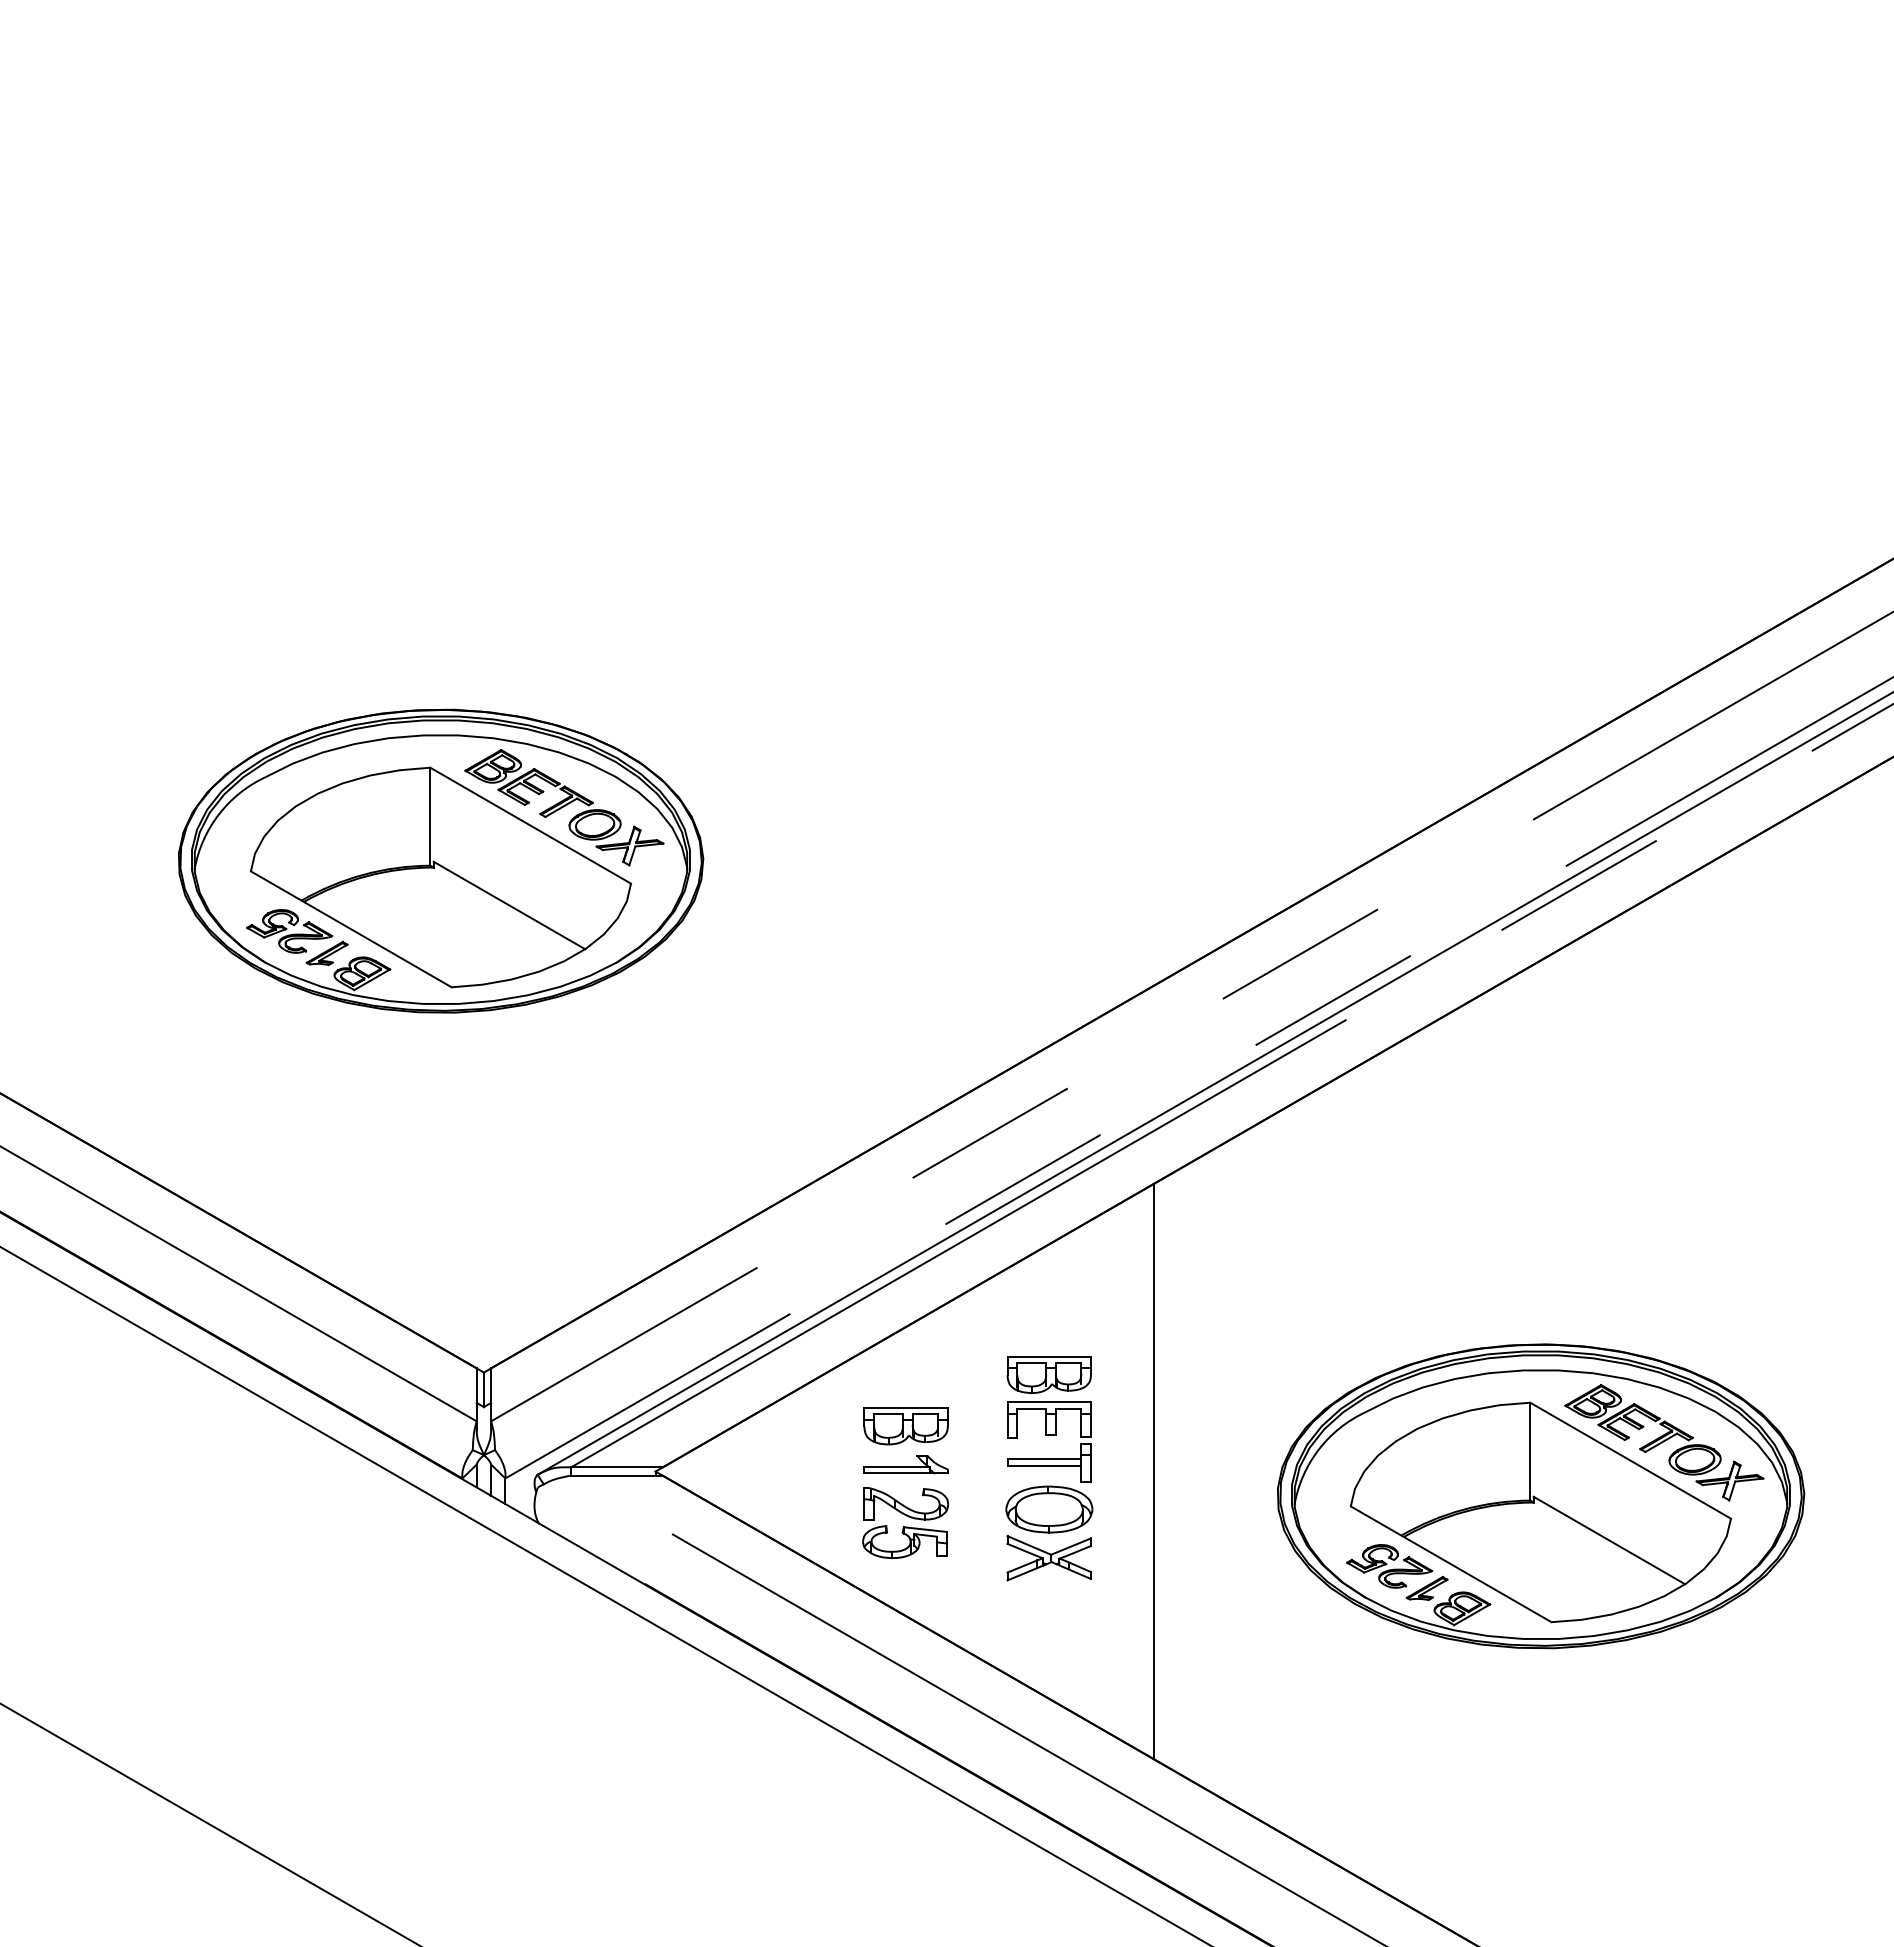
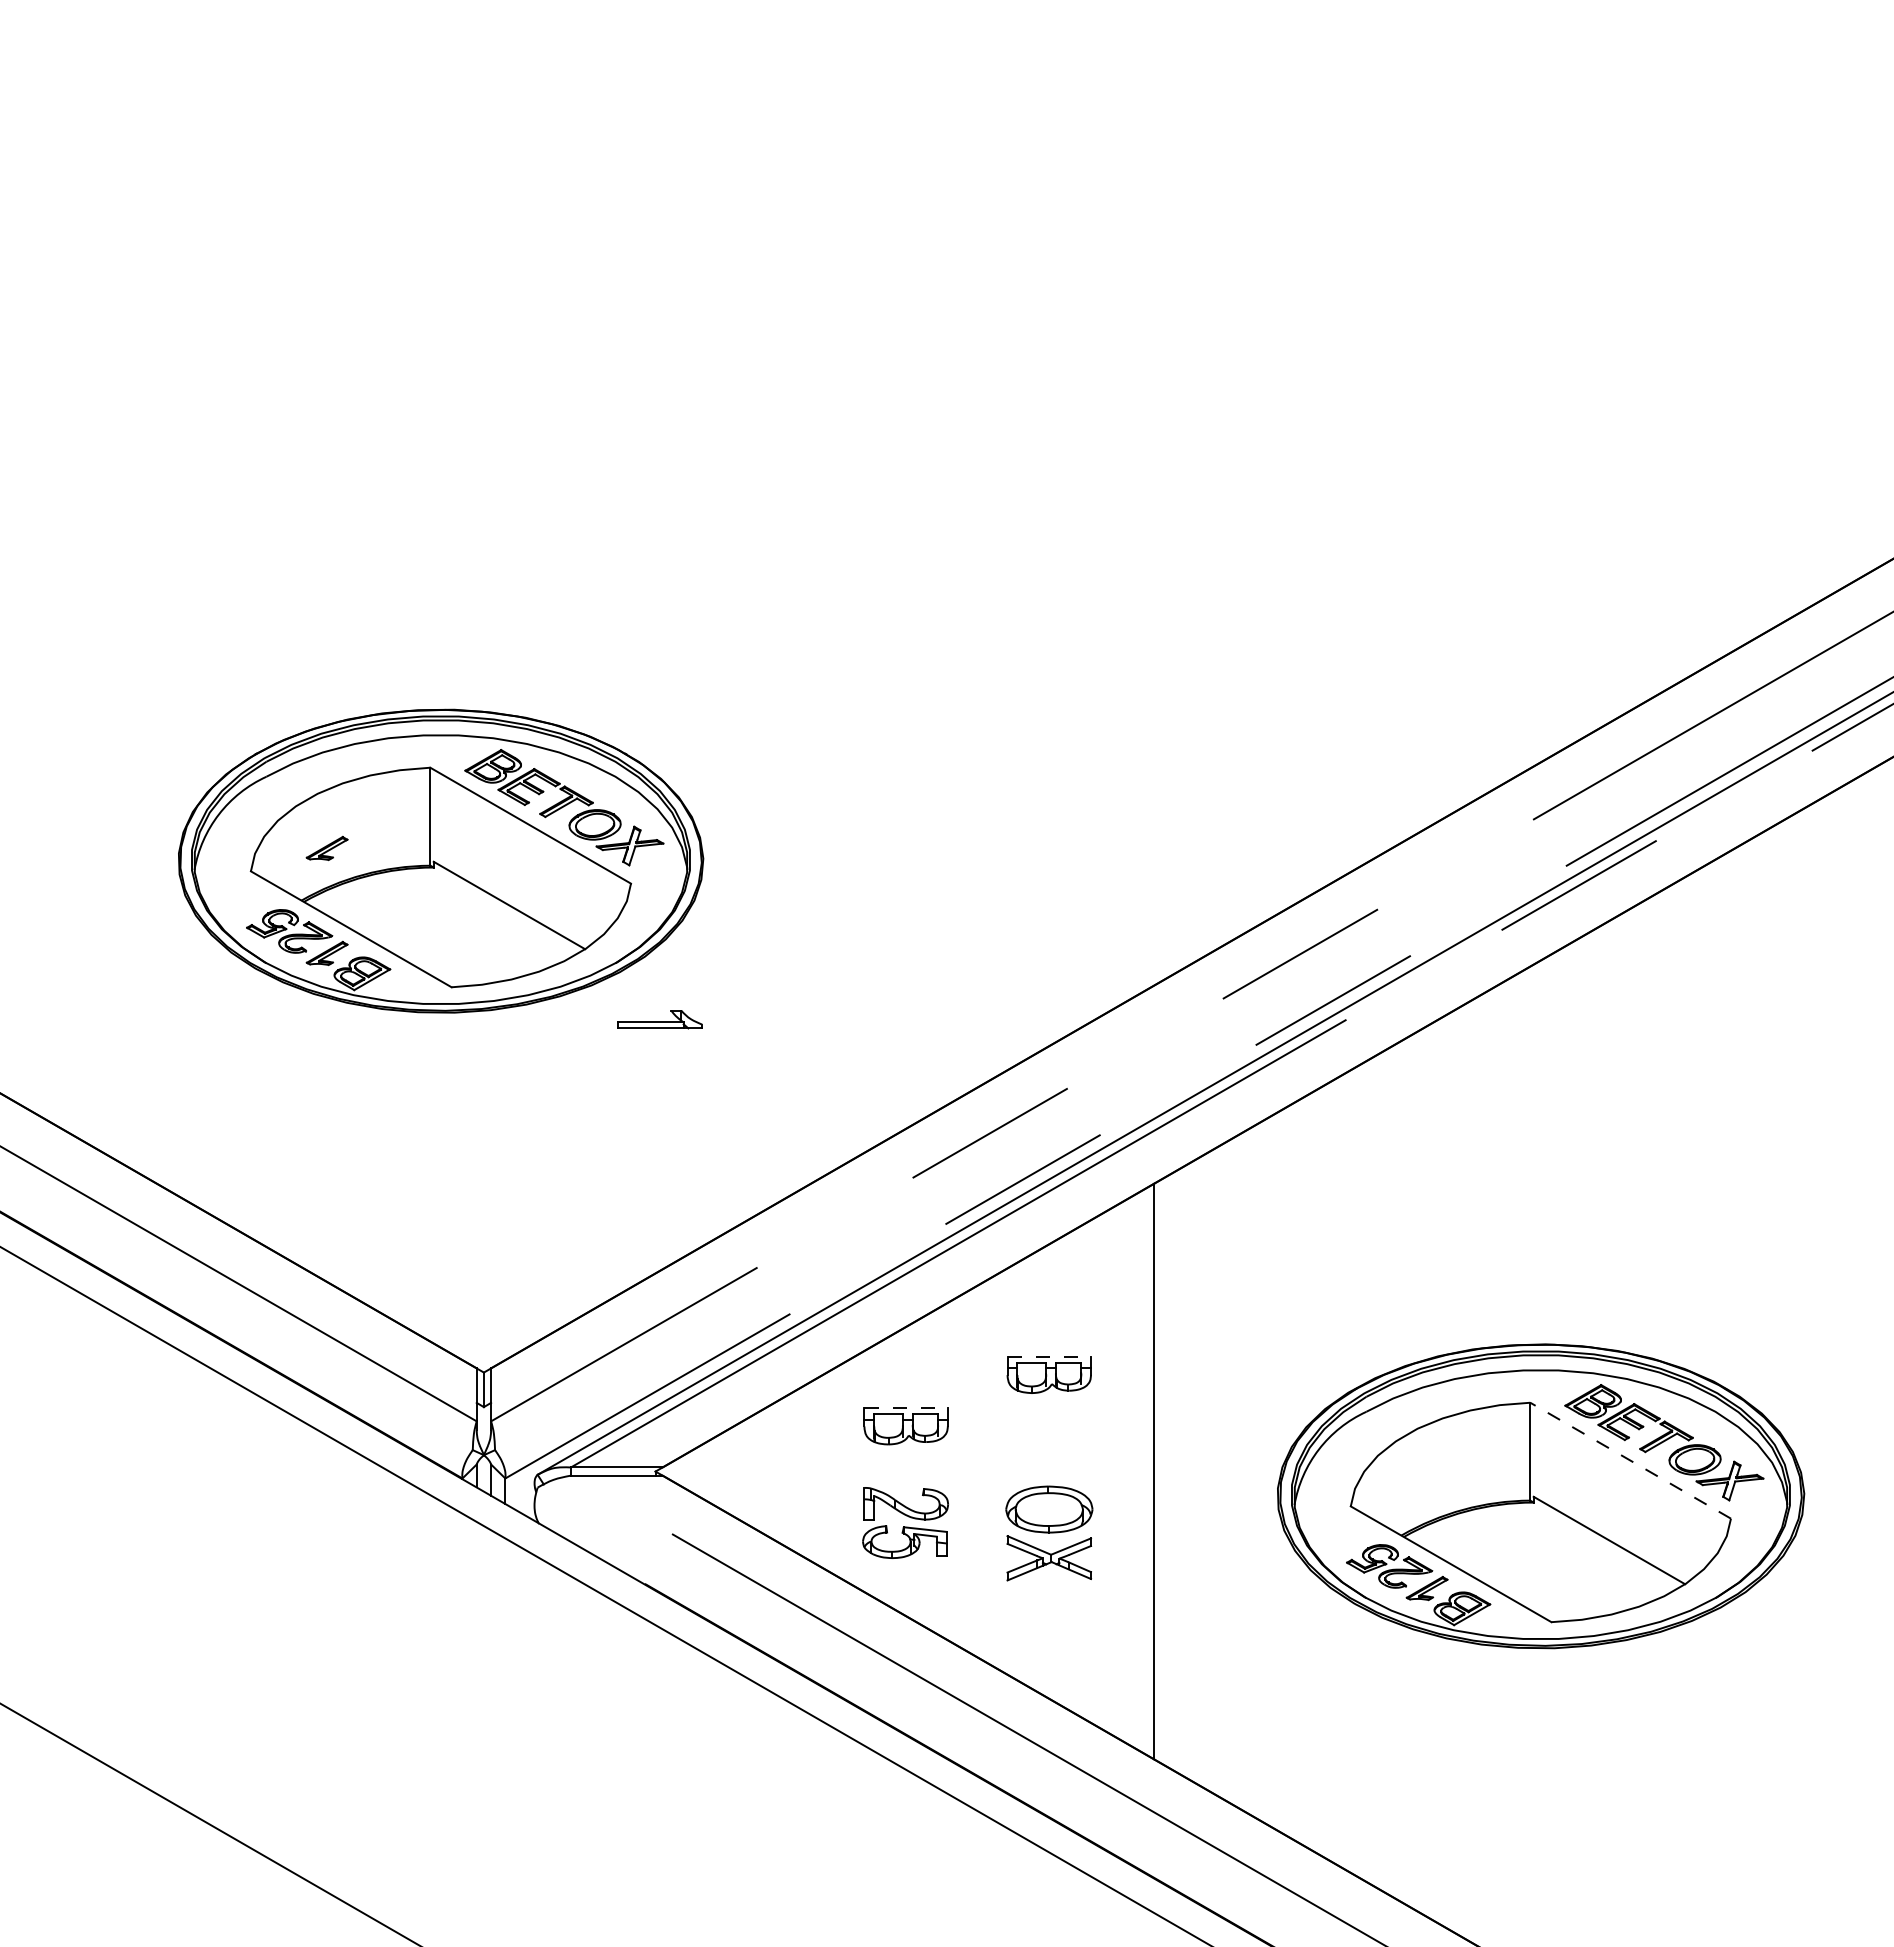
part at (326, 847): none -> present
line at (1049, 1356): solid -> dashed
line at (906, 1408): solid -> dashed
part at (1049, 1441): present -> none
line at (1630, 1460): solid -> dashed
part at (905, 1464) position: (905, 1464) -> (659, 1019)
